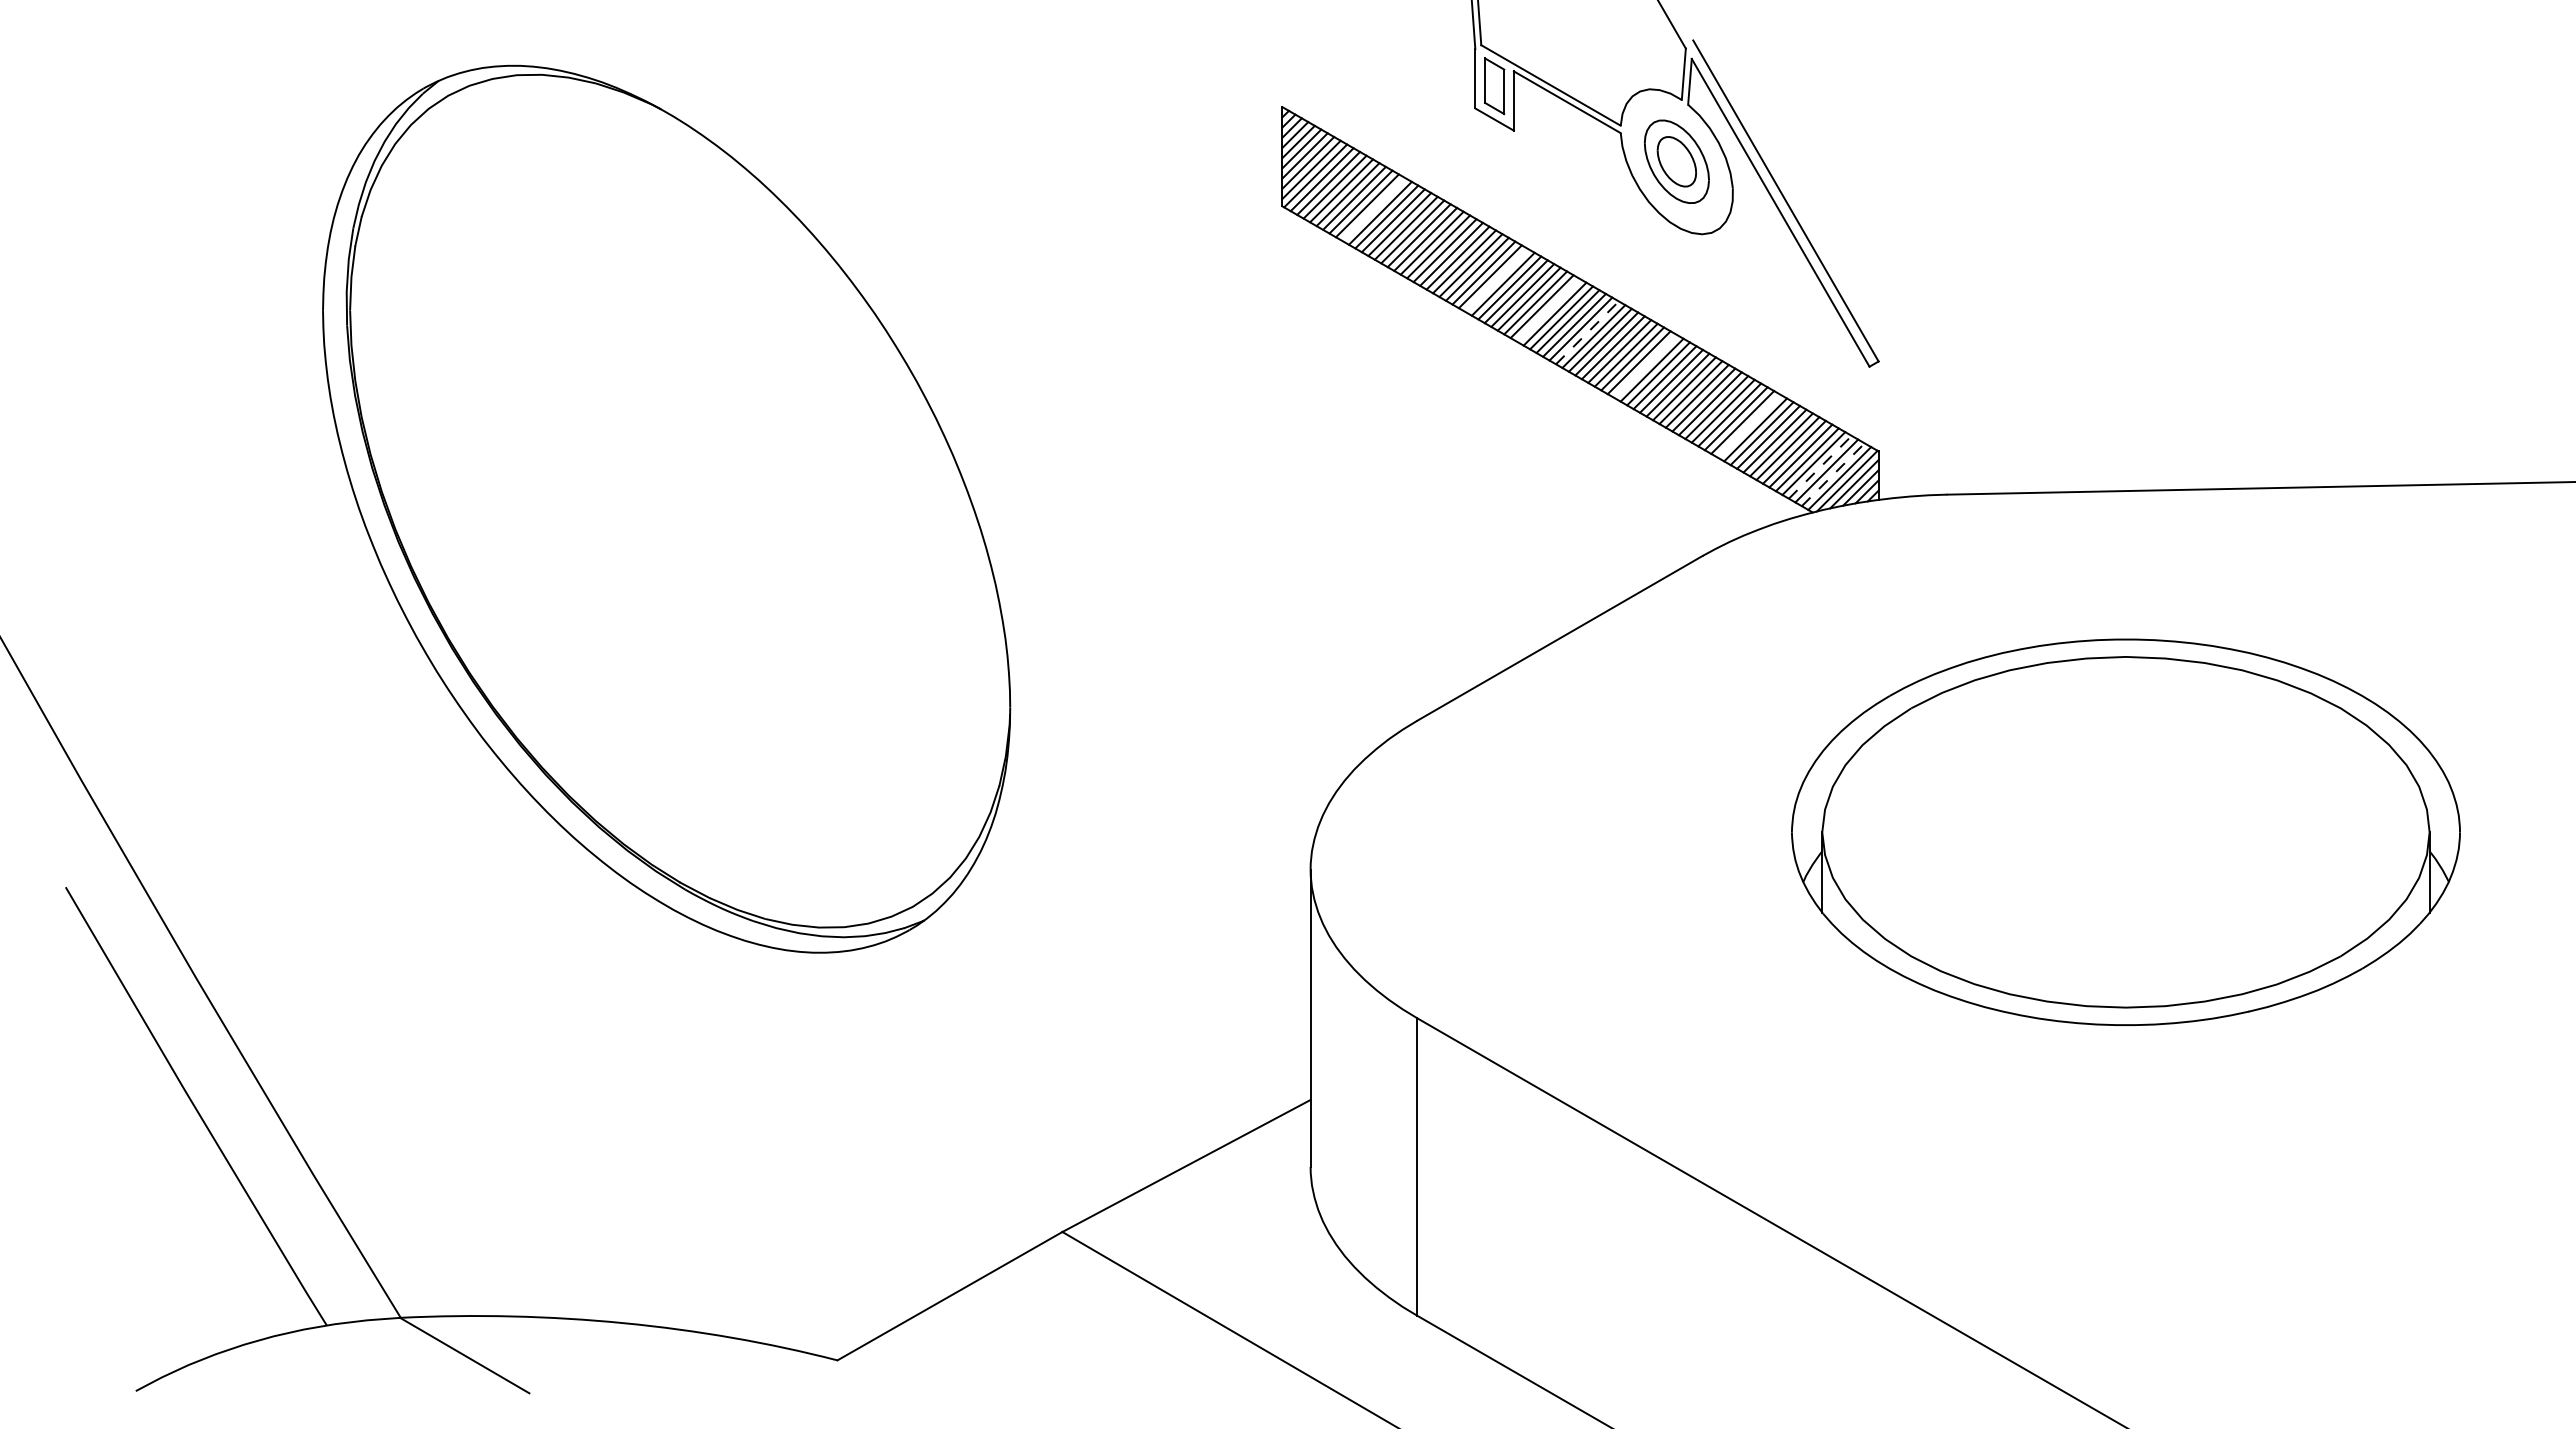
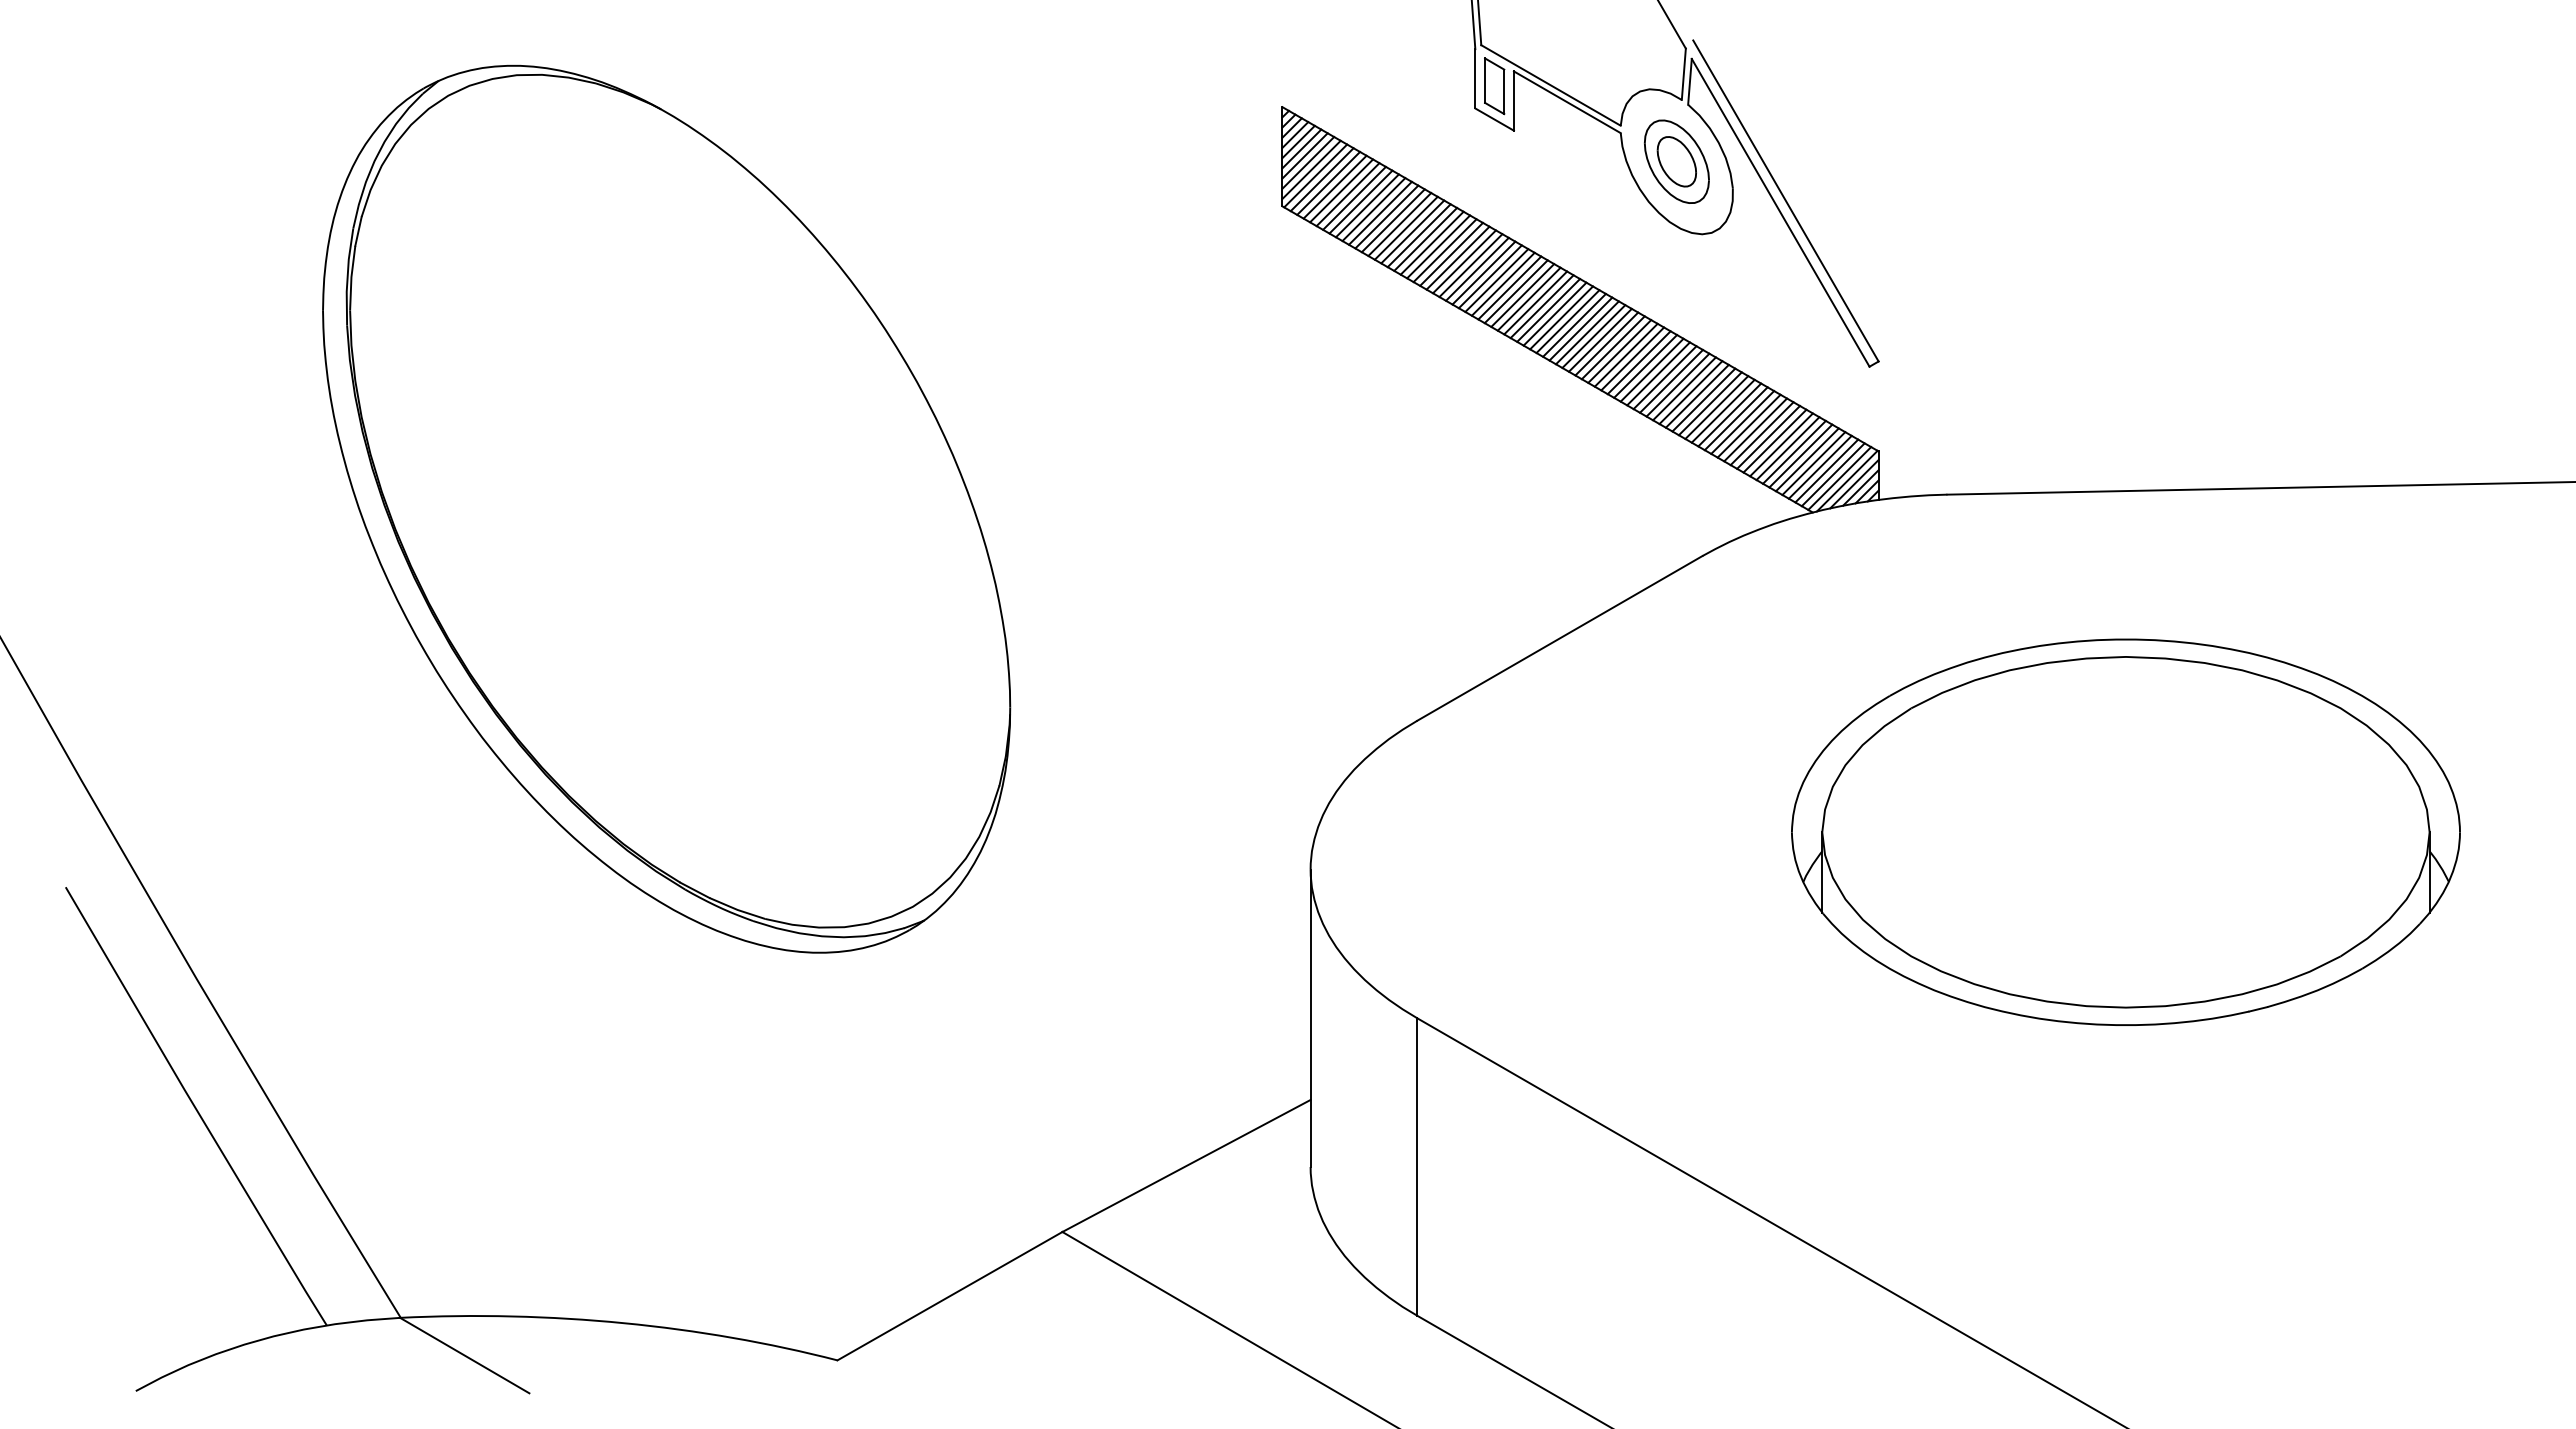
line at (1373, 209): none -> present
line at (1496, 280): none -> present
line at (1548, 310): none -> present
line at (1587, 332): dashed -> solid
line at (1645, 366): none -> present
line at (1748, 425): none -> present
line at (1820, 466): dashed -> solid
line at (1833, 474): dashed -> solid
